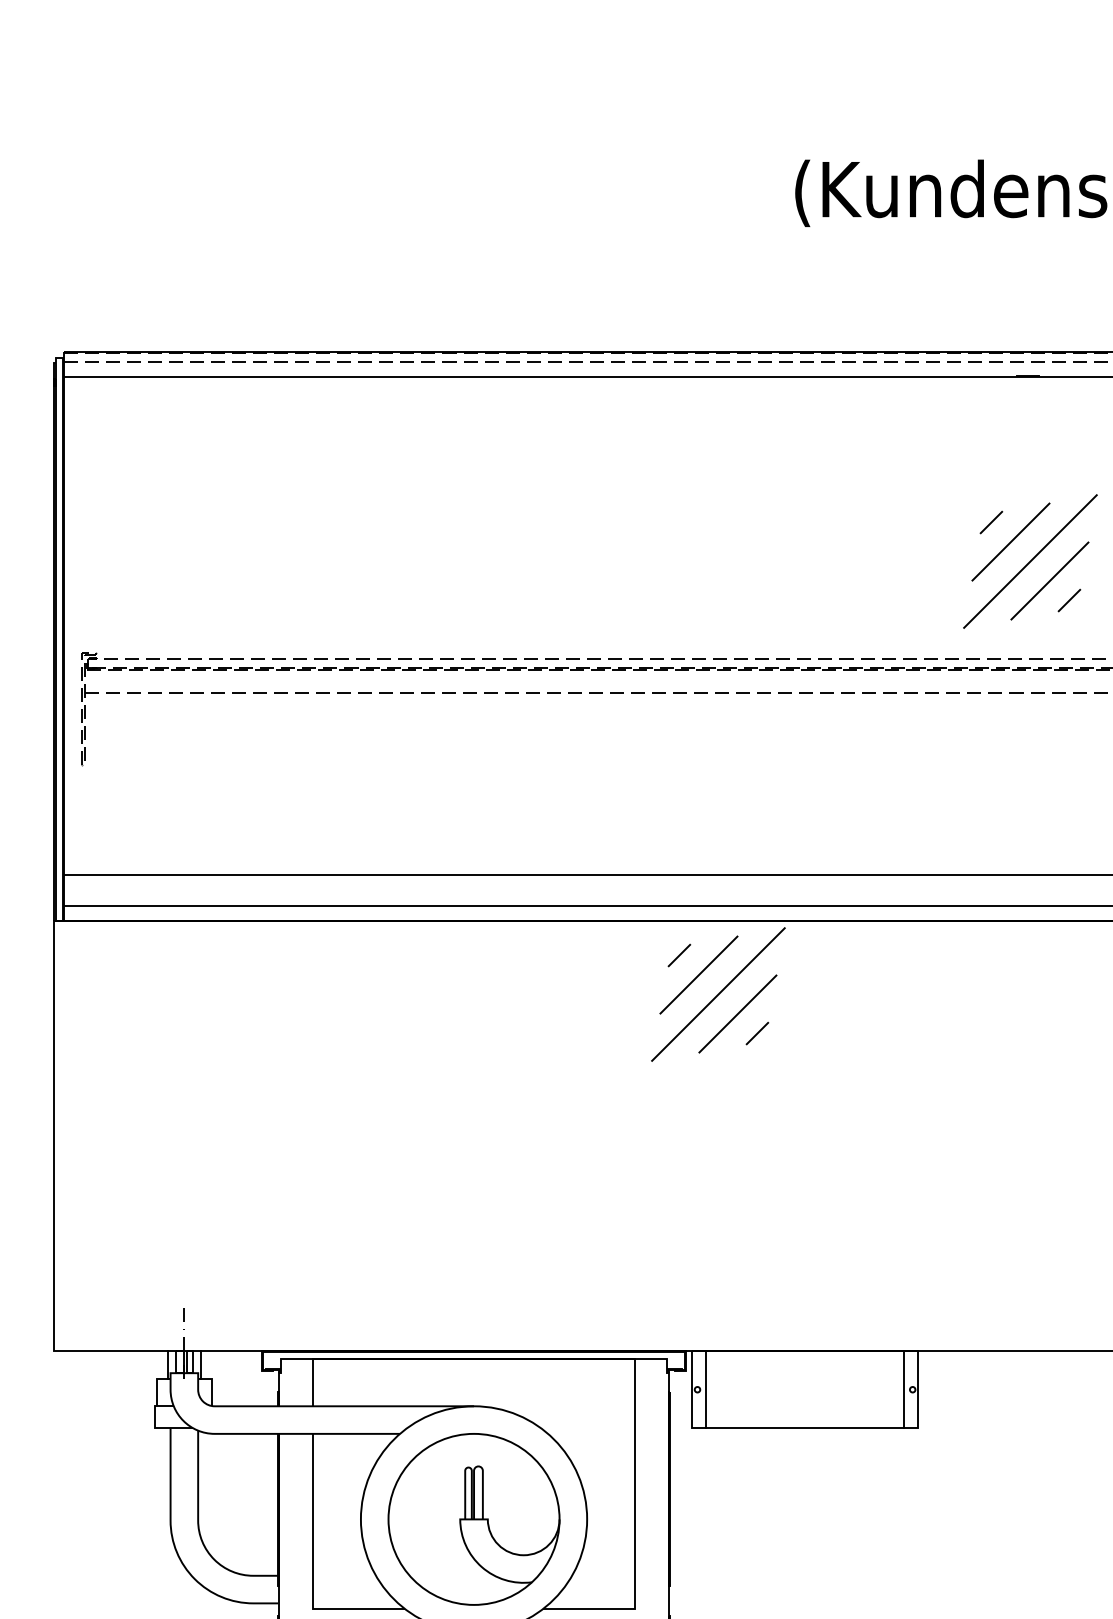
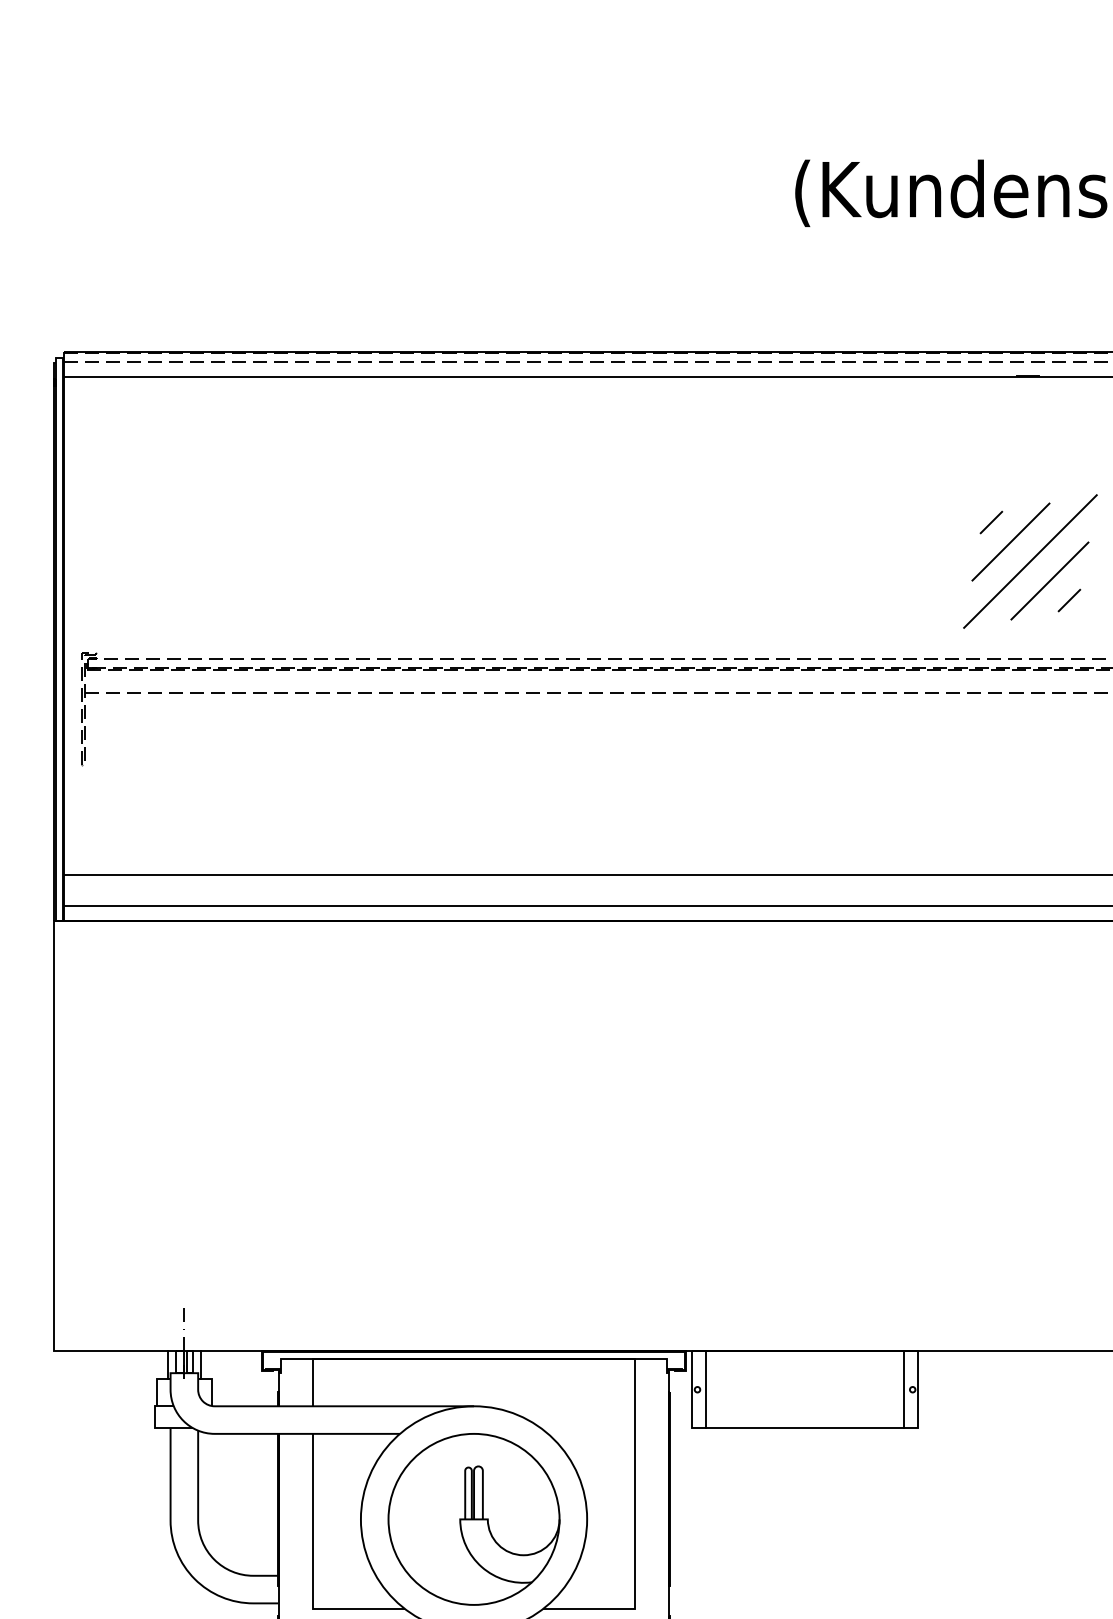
part at (718, 994): present -> none
